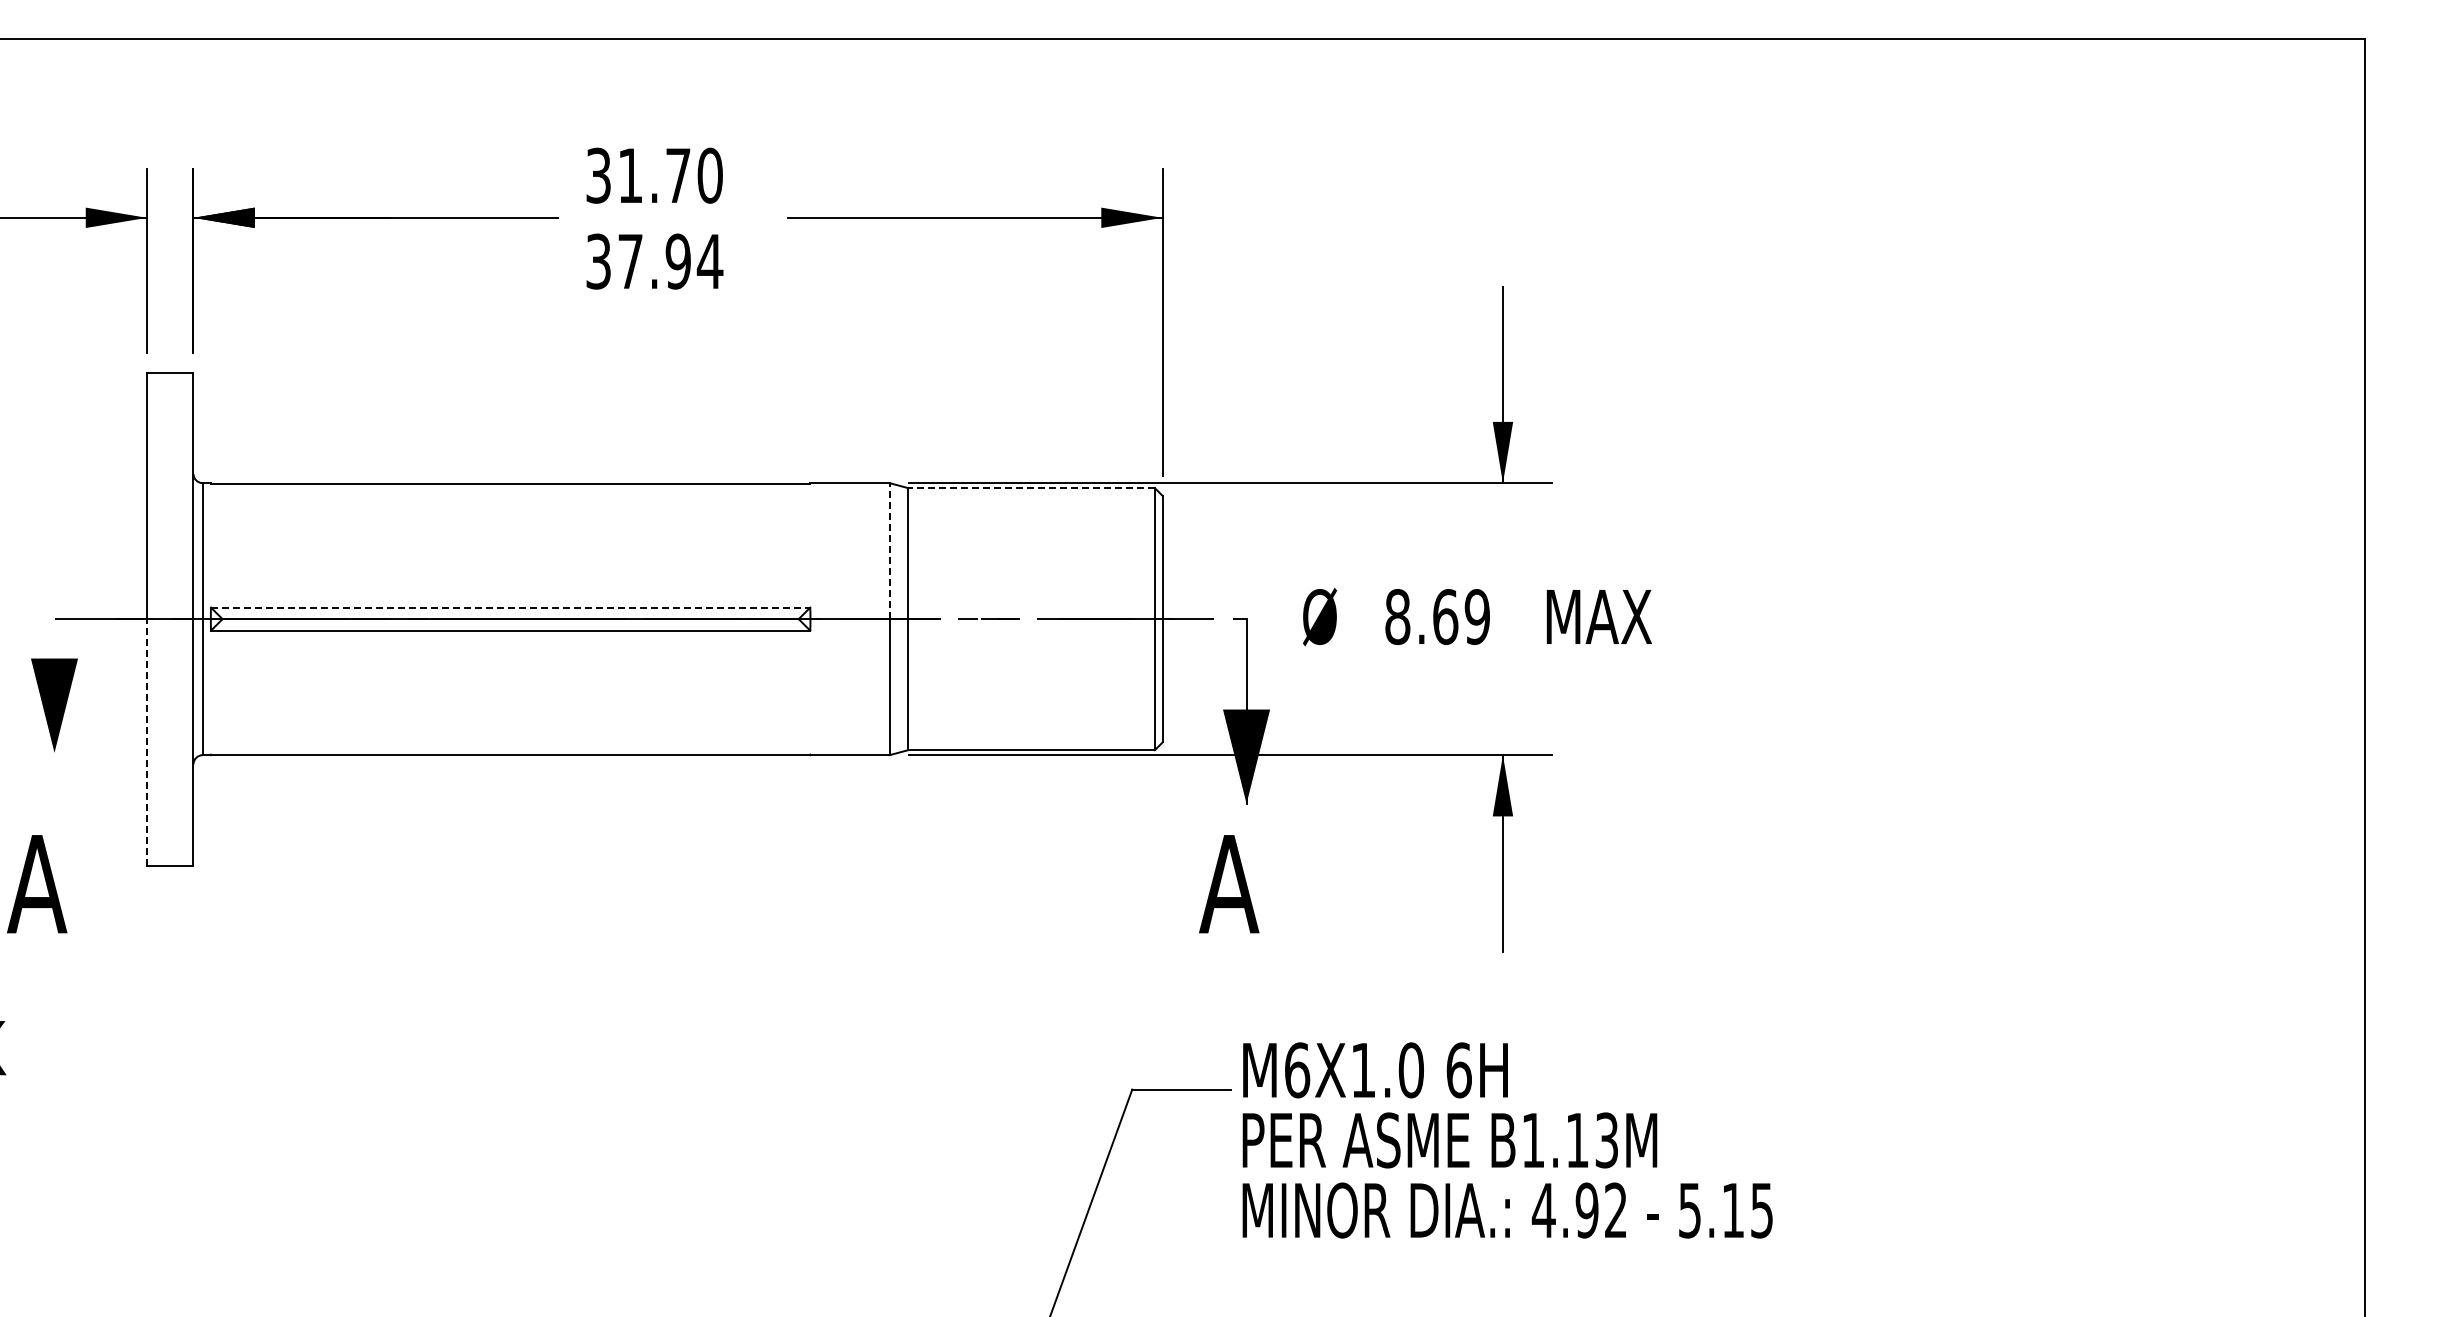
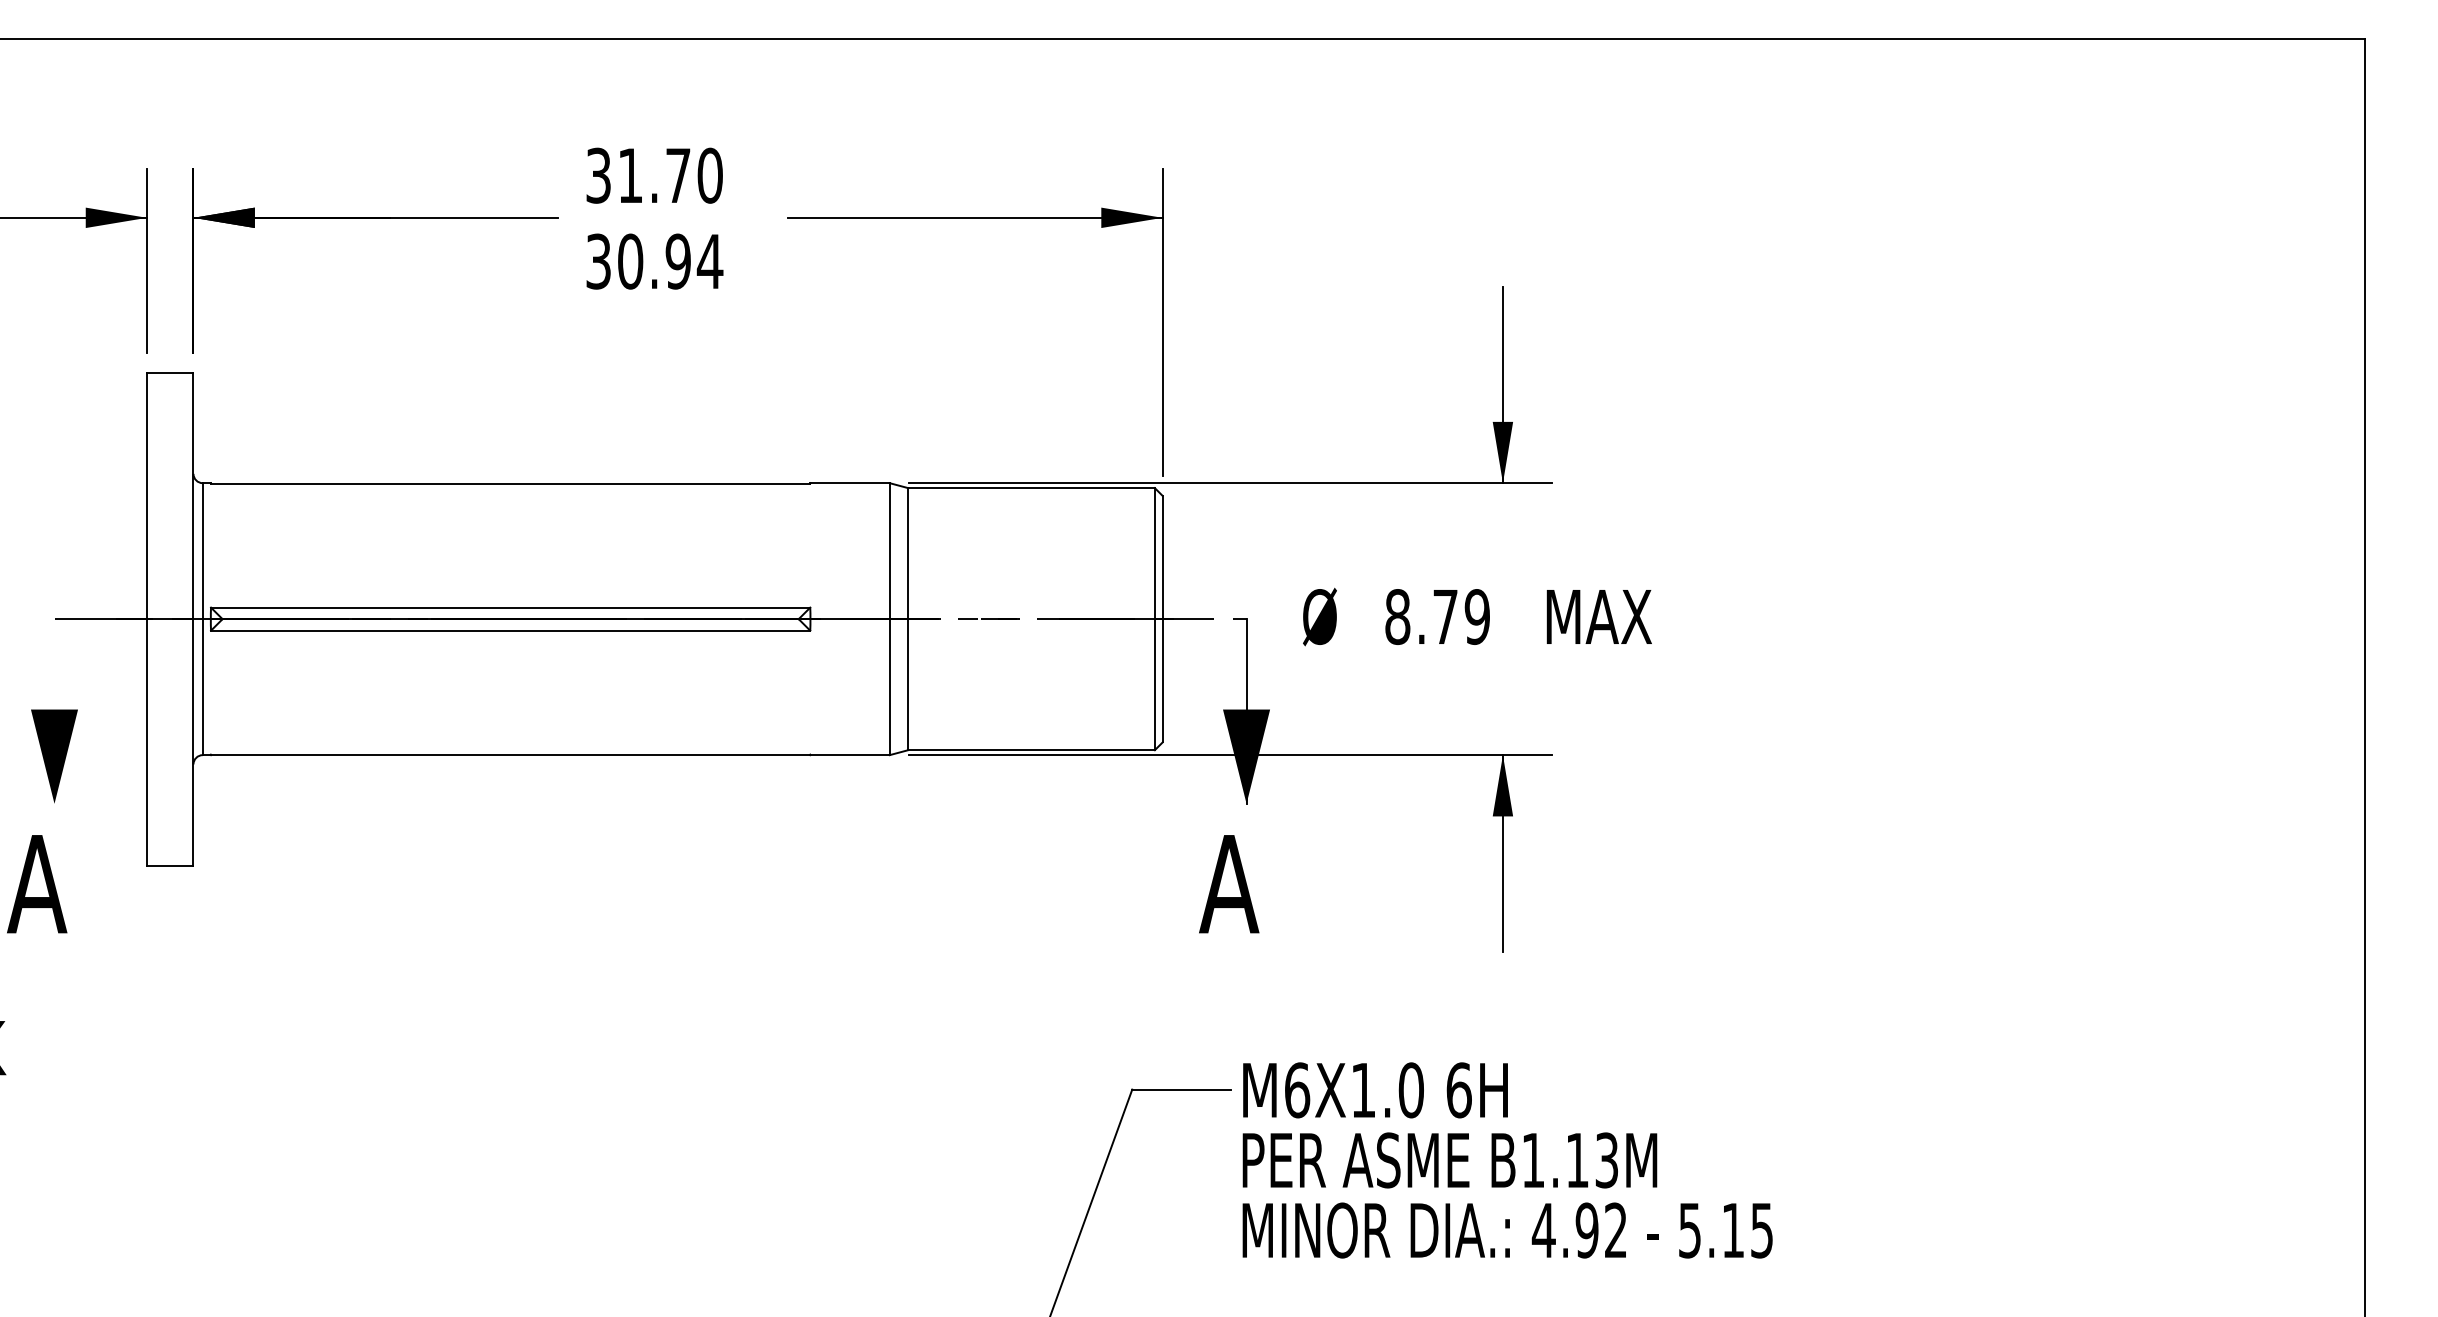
text at (630, 261): 37.94 -> 30.94
line at (1031, 488): dashed -> solid
line at (889, 551): dashed -> solid
line at (510, 607): dashed -> solid
text at (1445, 617): 8.69 -> 8.79
part at (54, 705) position: (54, 705) -> (54, 756)
line at (147, 741): dashed -> solid
text at (1507, 1140) position: (1507, 1140) -> (1507, 1160)
